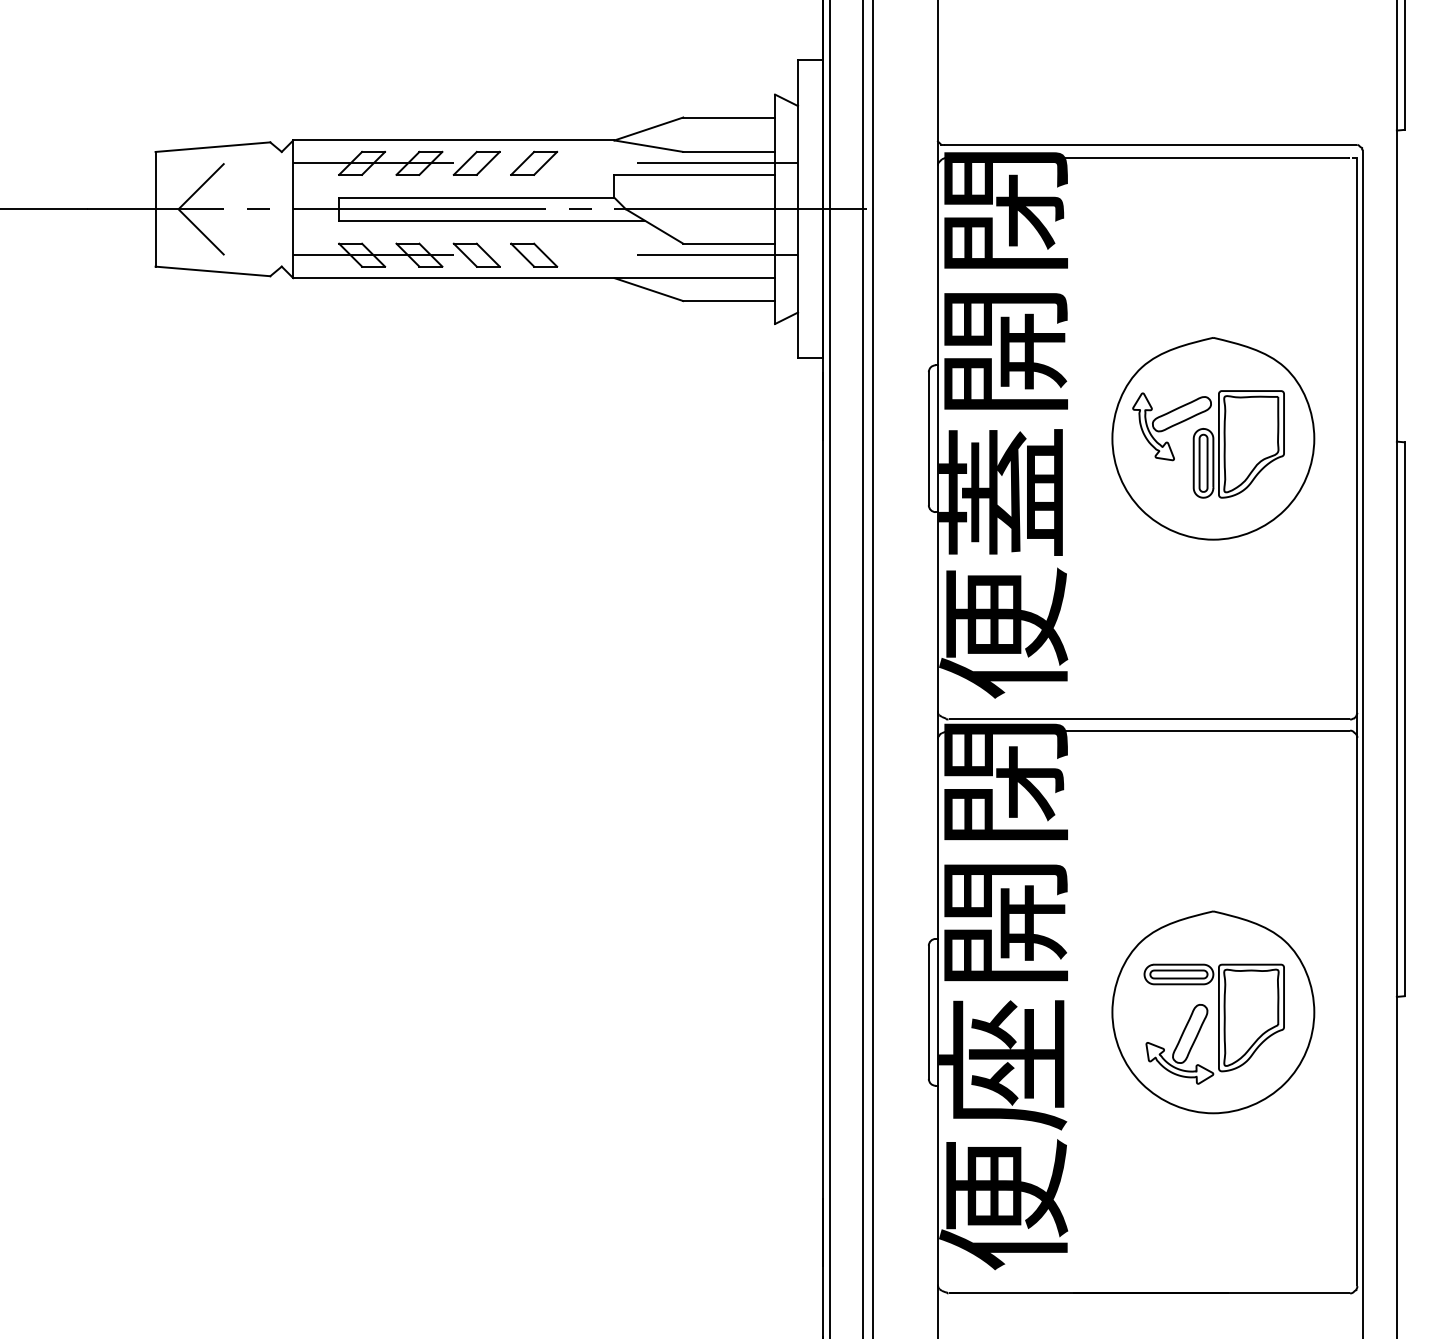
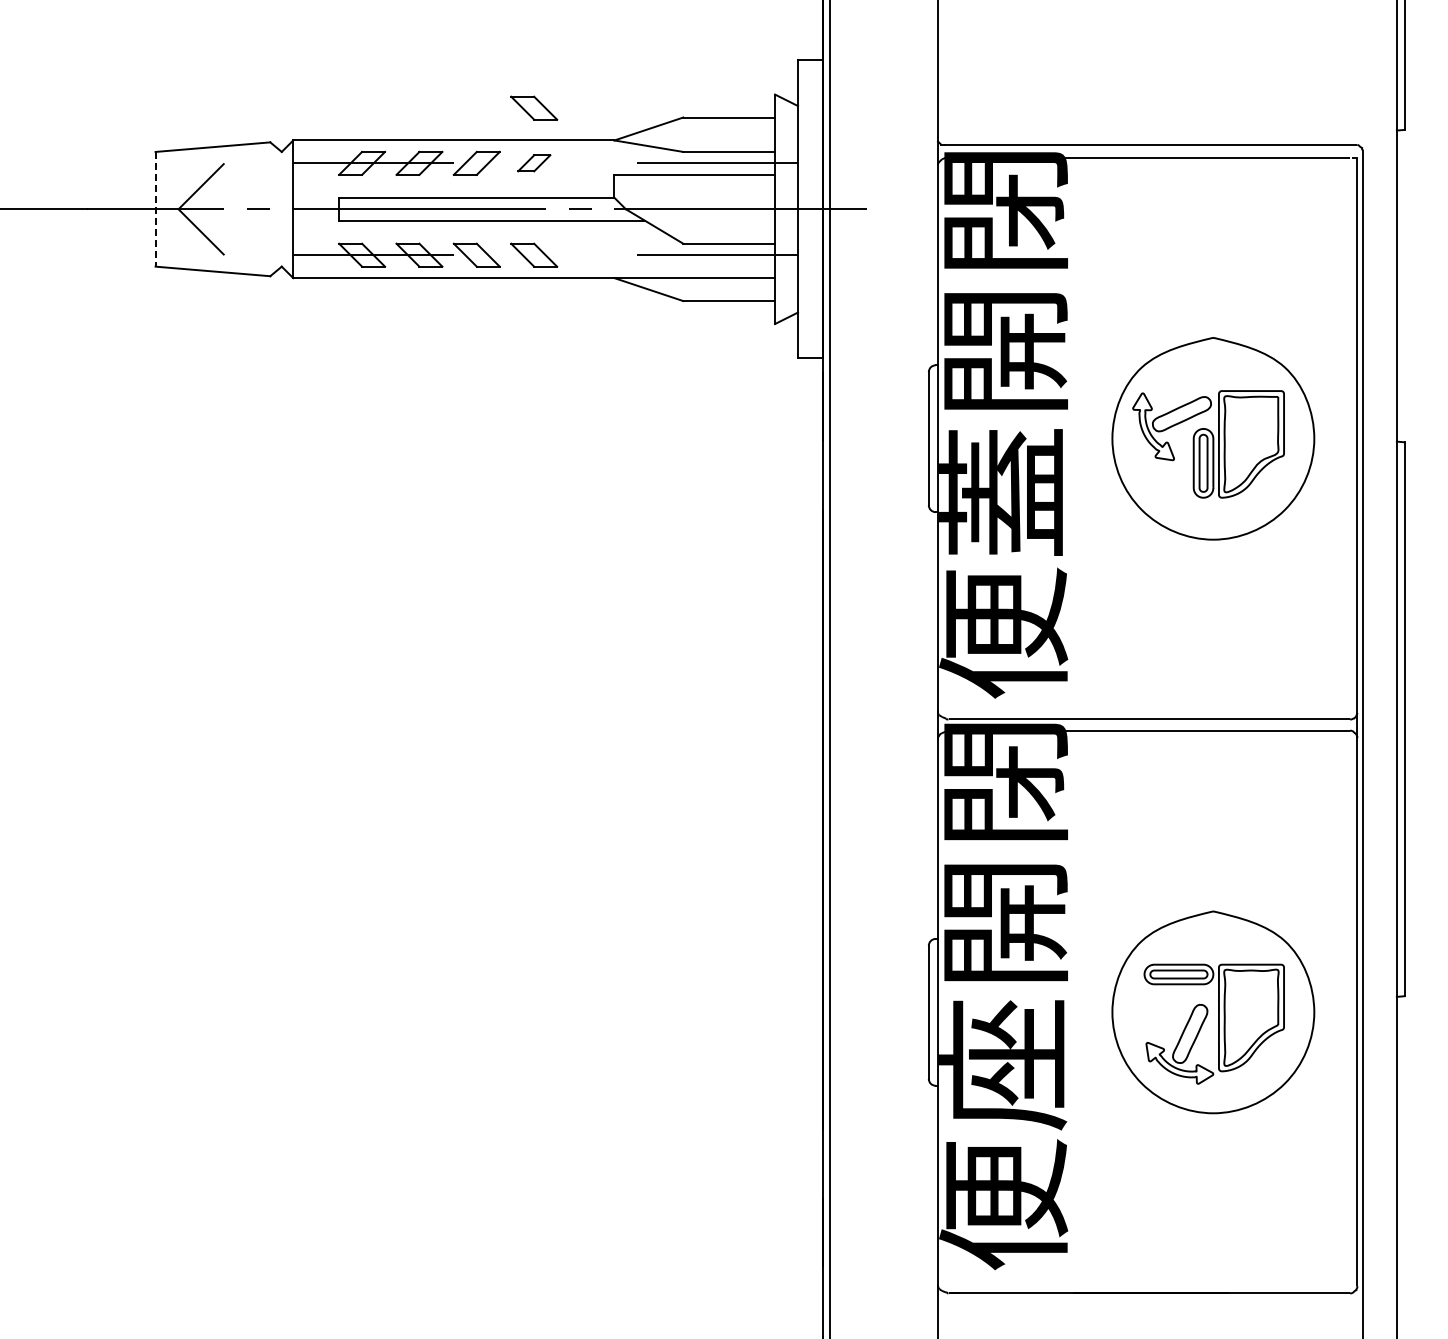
part at (534, 107): none -> present
part at (534, 162) size: 49x26 px -> 35x19 px
line at (155, 209): solid -> dashed
line at (862, 668): present -> none
line at (872, 668): present -> none
